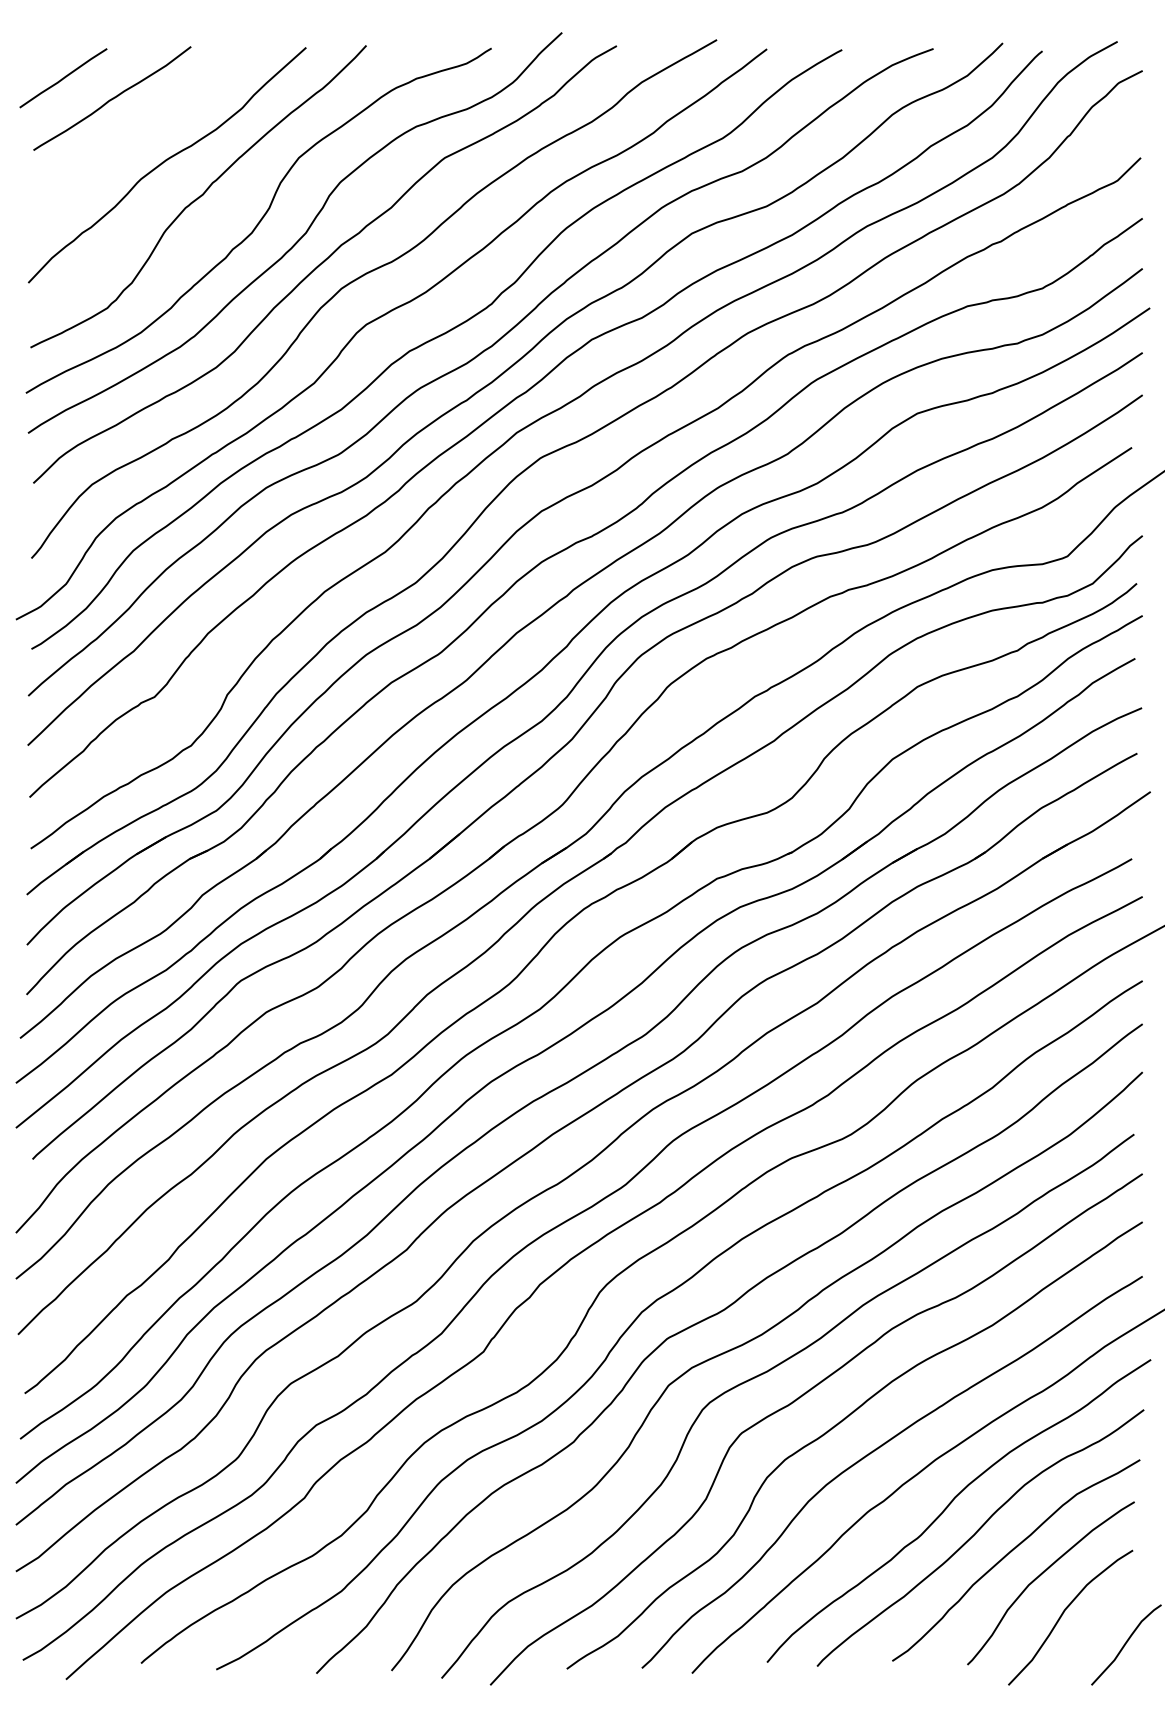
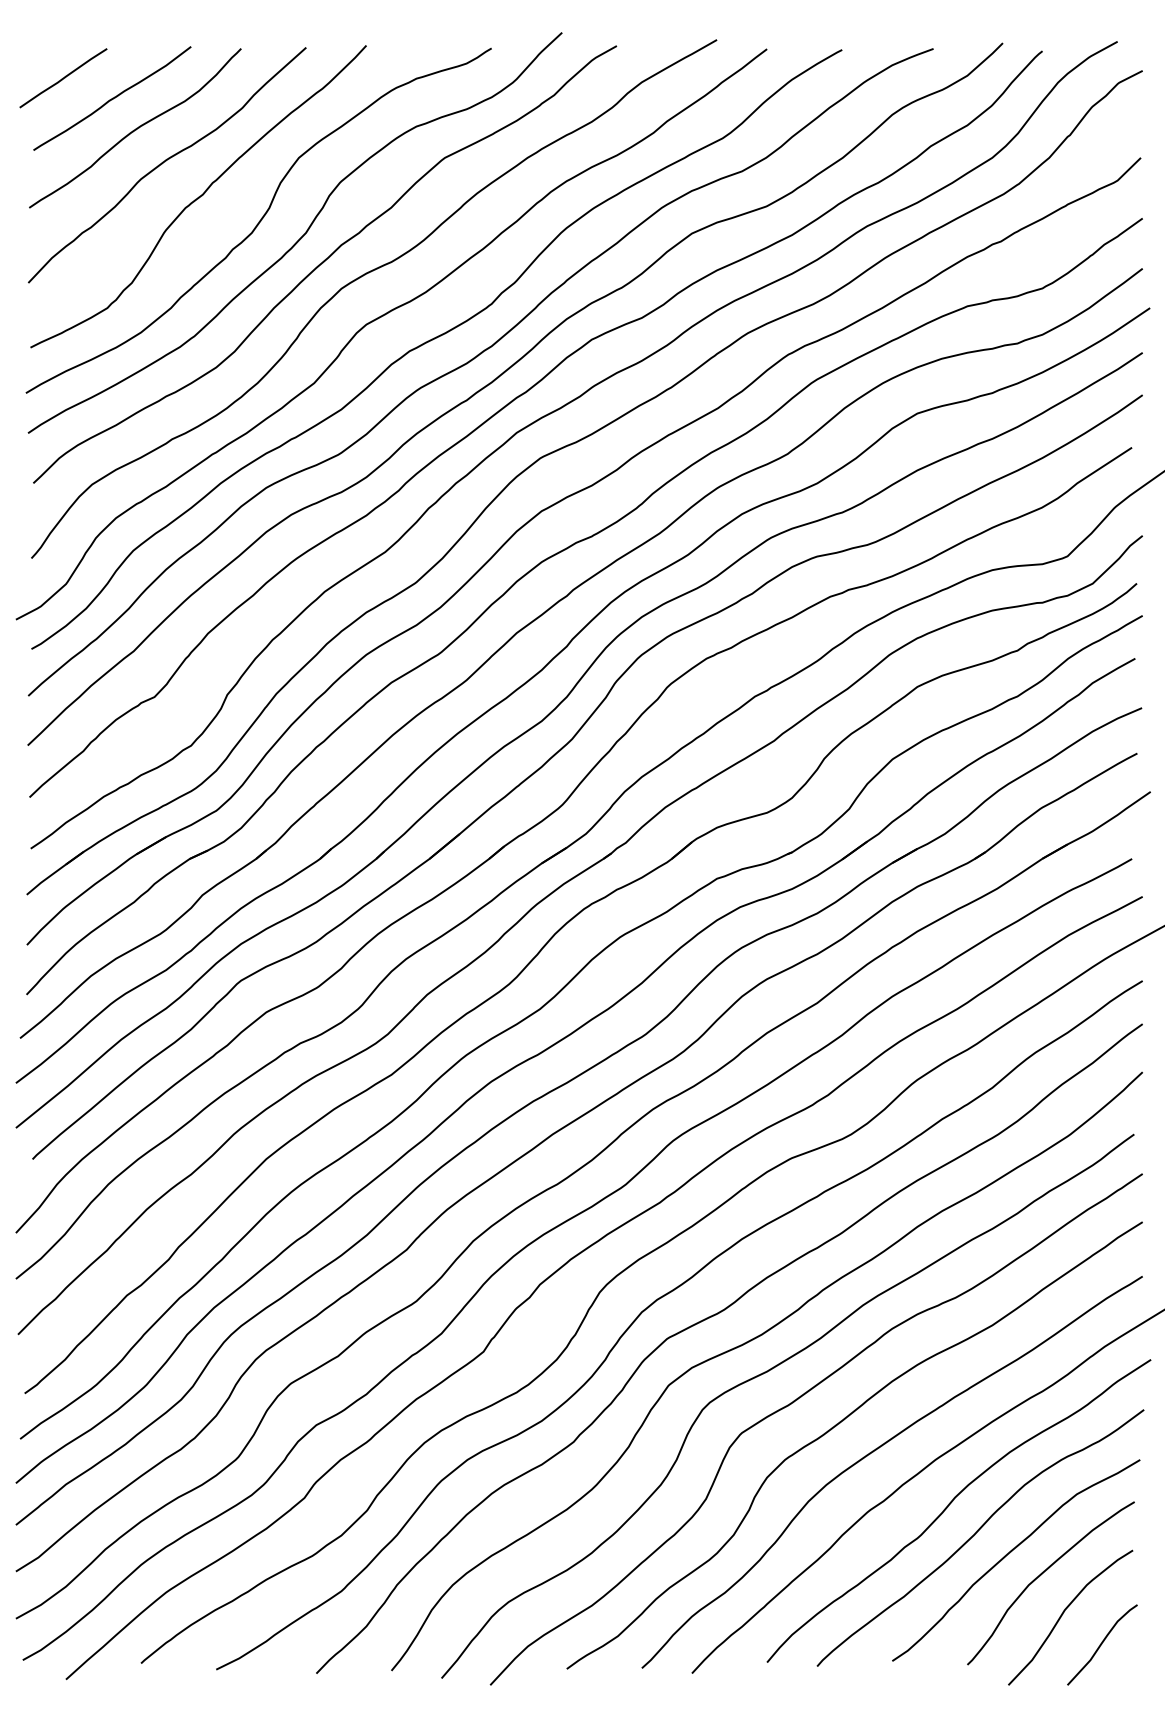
curve at (135, 128): none -> present
curve at (1126, 1644) position: (1126, 1644) -> (1102, 1644)
